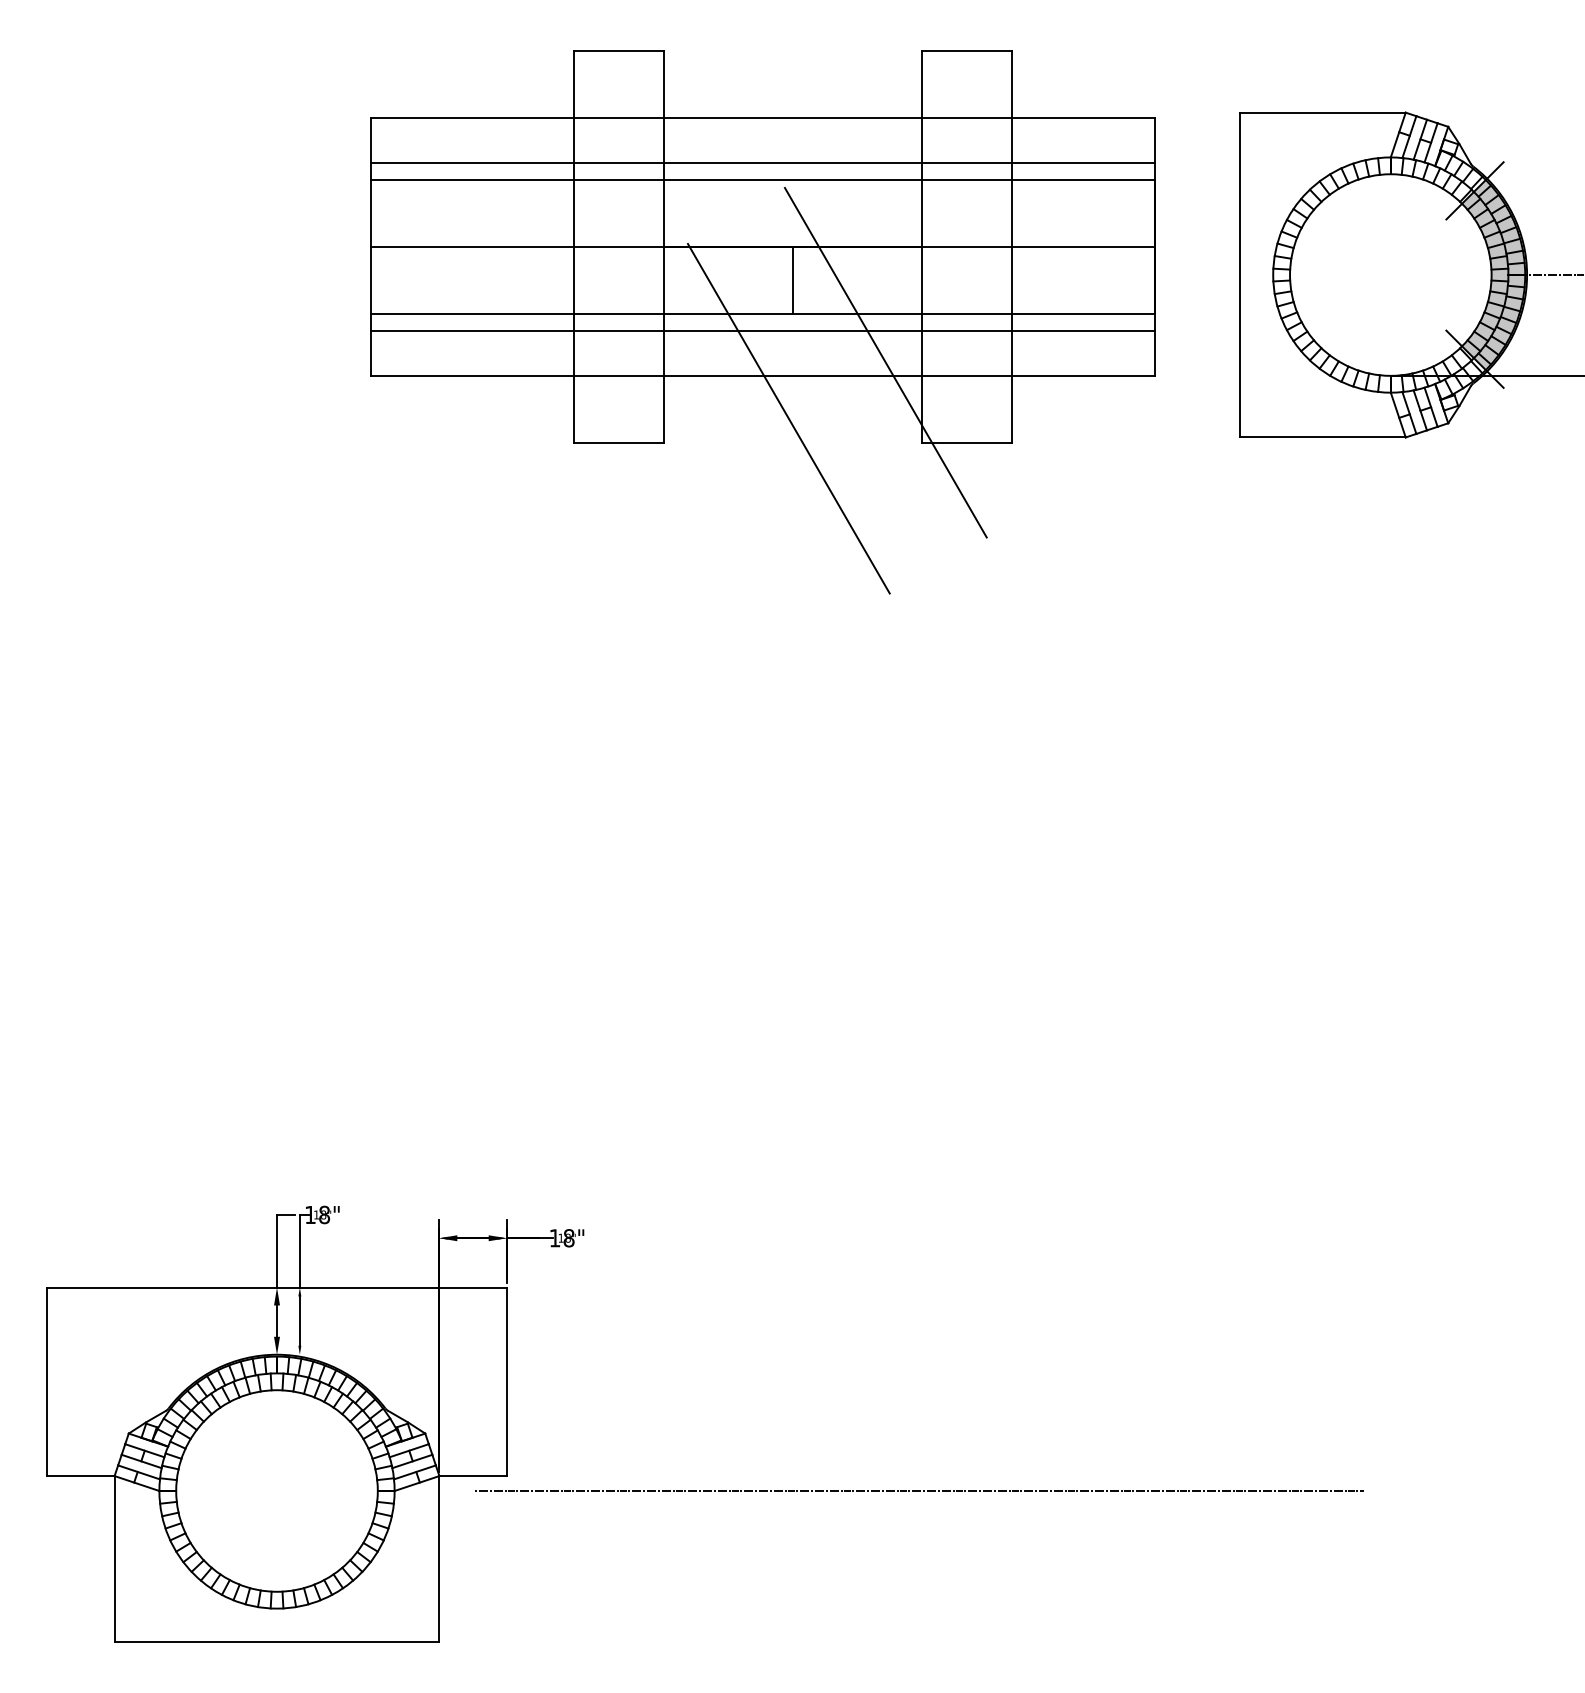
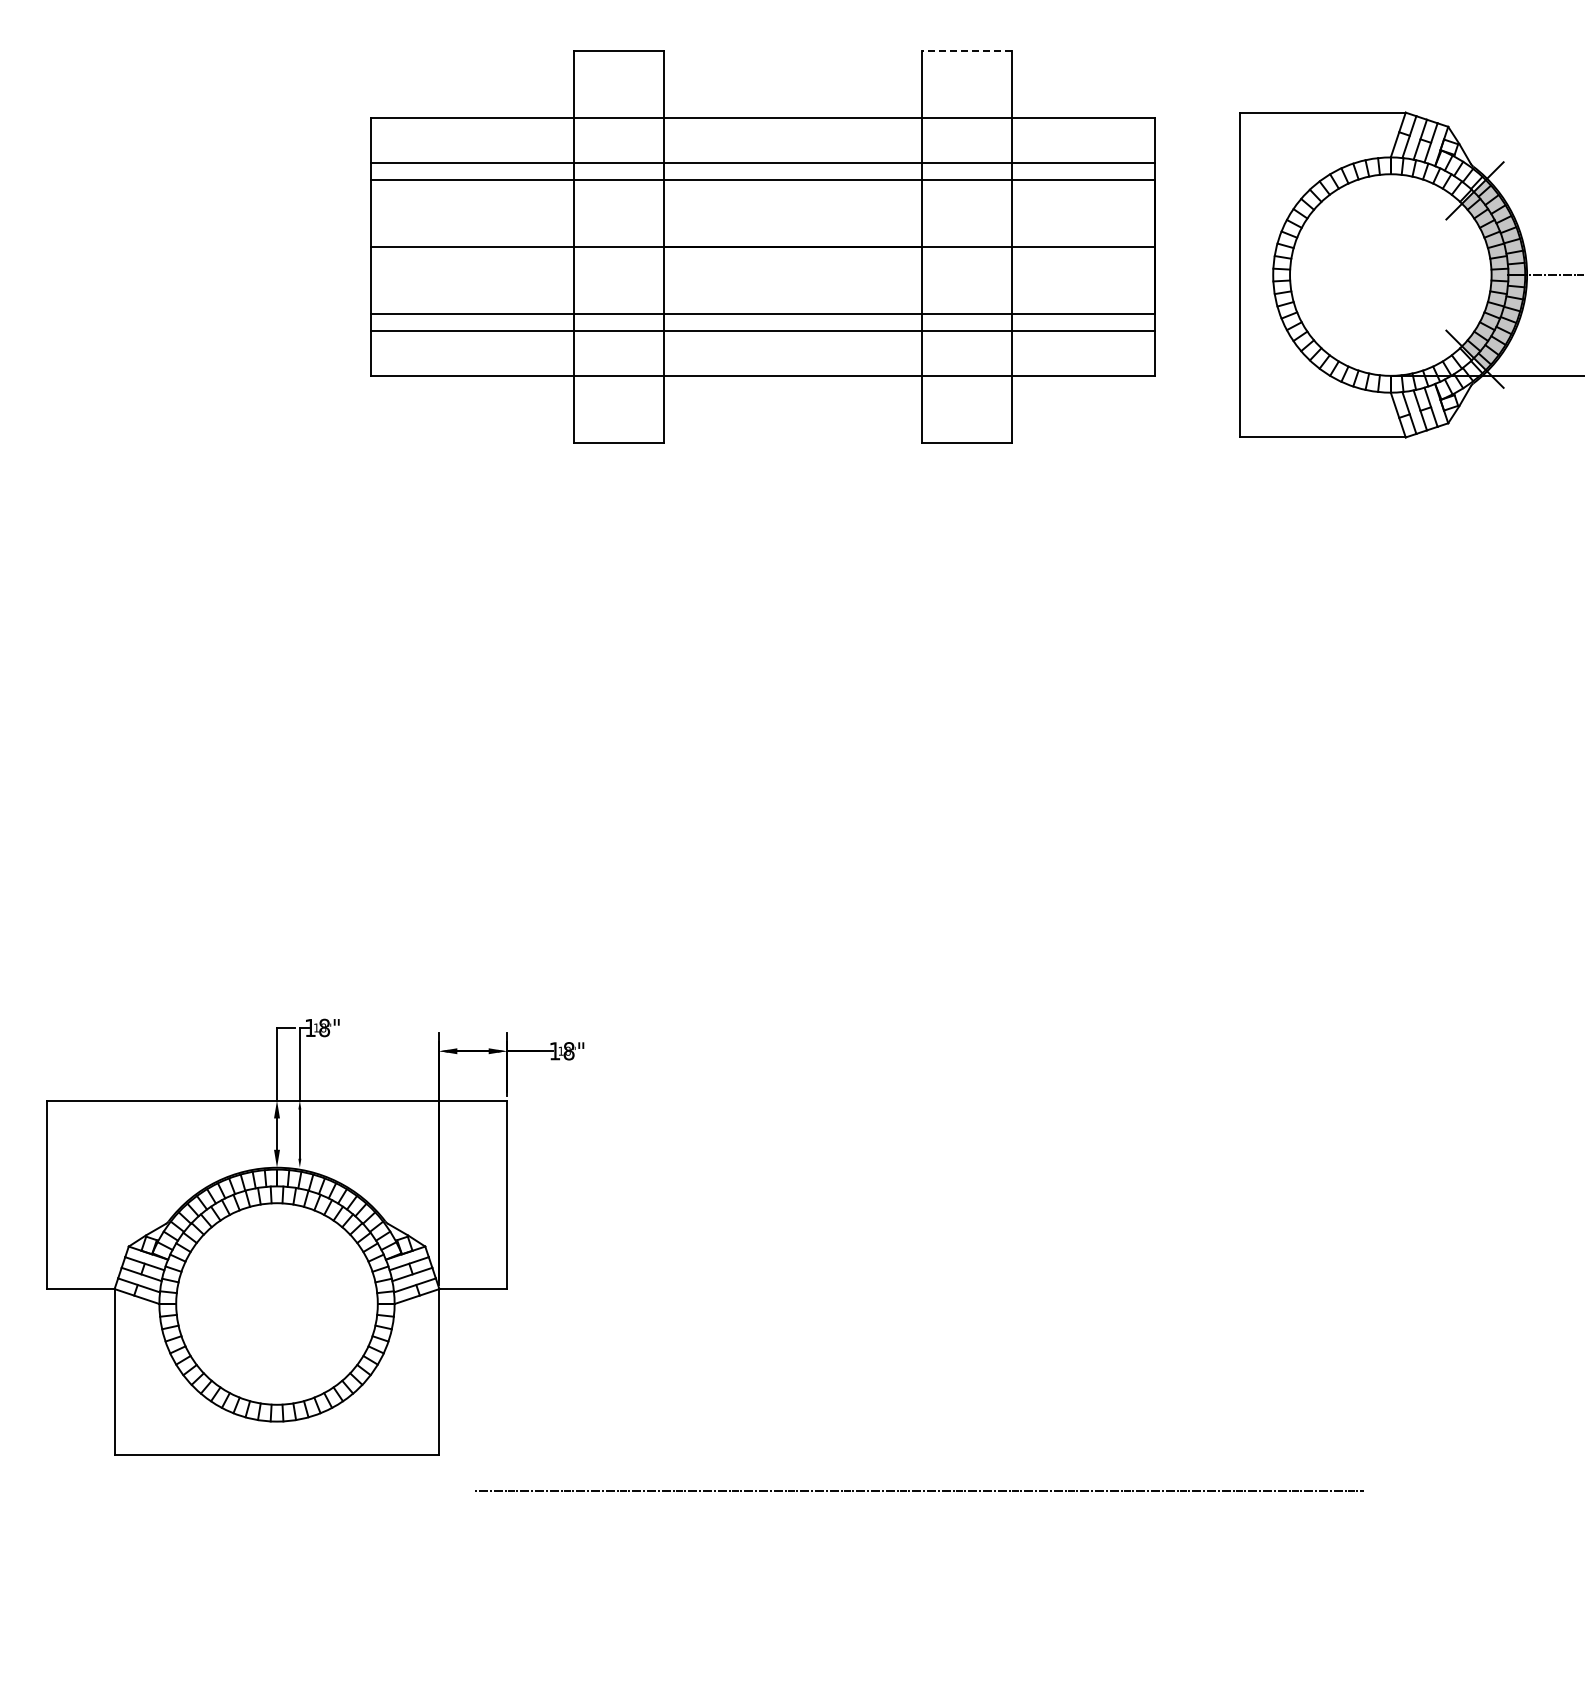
line at (967, 50): solid -> dashed
line at (793, 279): present -> none
line at (885, 362): present -> none
line at (788, 418): present -> none
part at (315, 1423) position: (315, 1423) -> (315, 1236)
